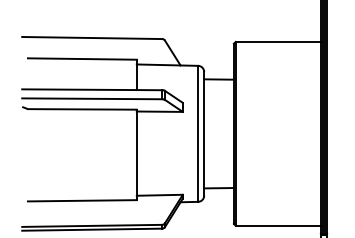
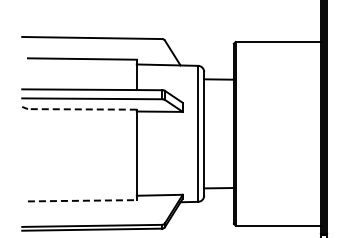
line at (81, 109): solid -> dashed
line at (82, 200): solid -> dashed
